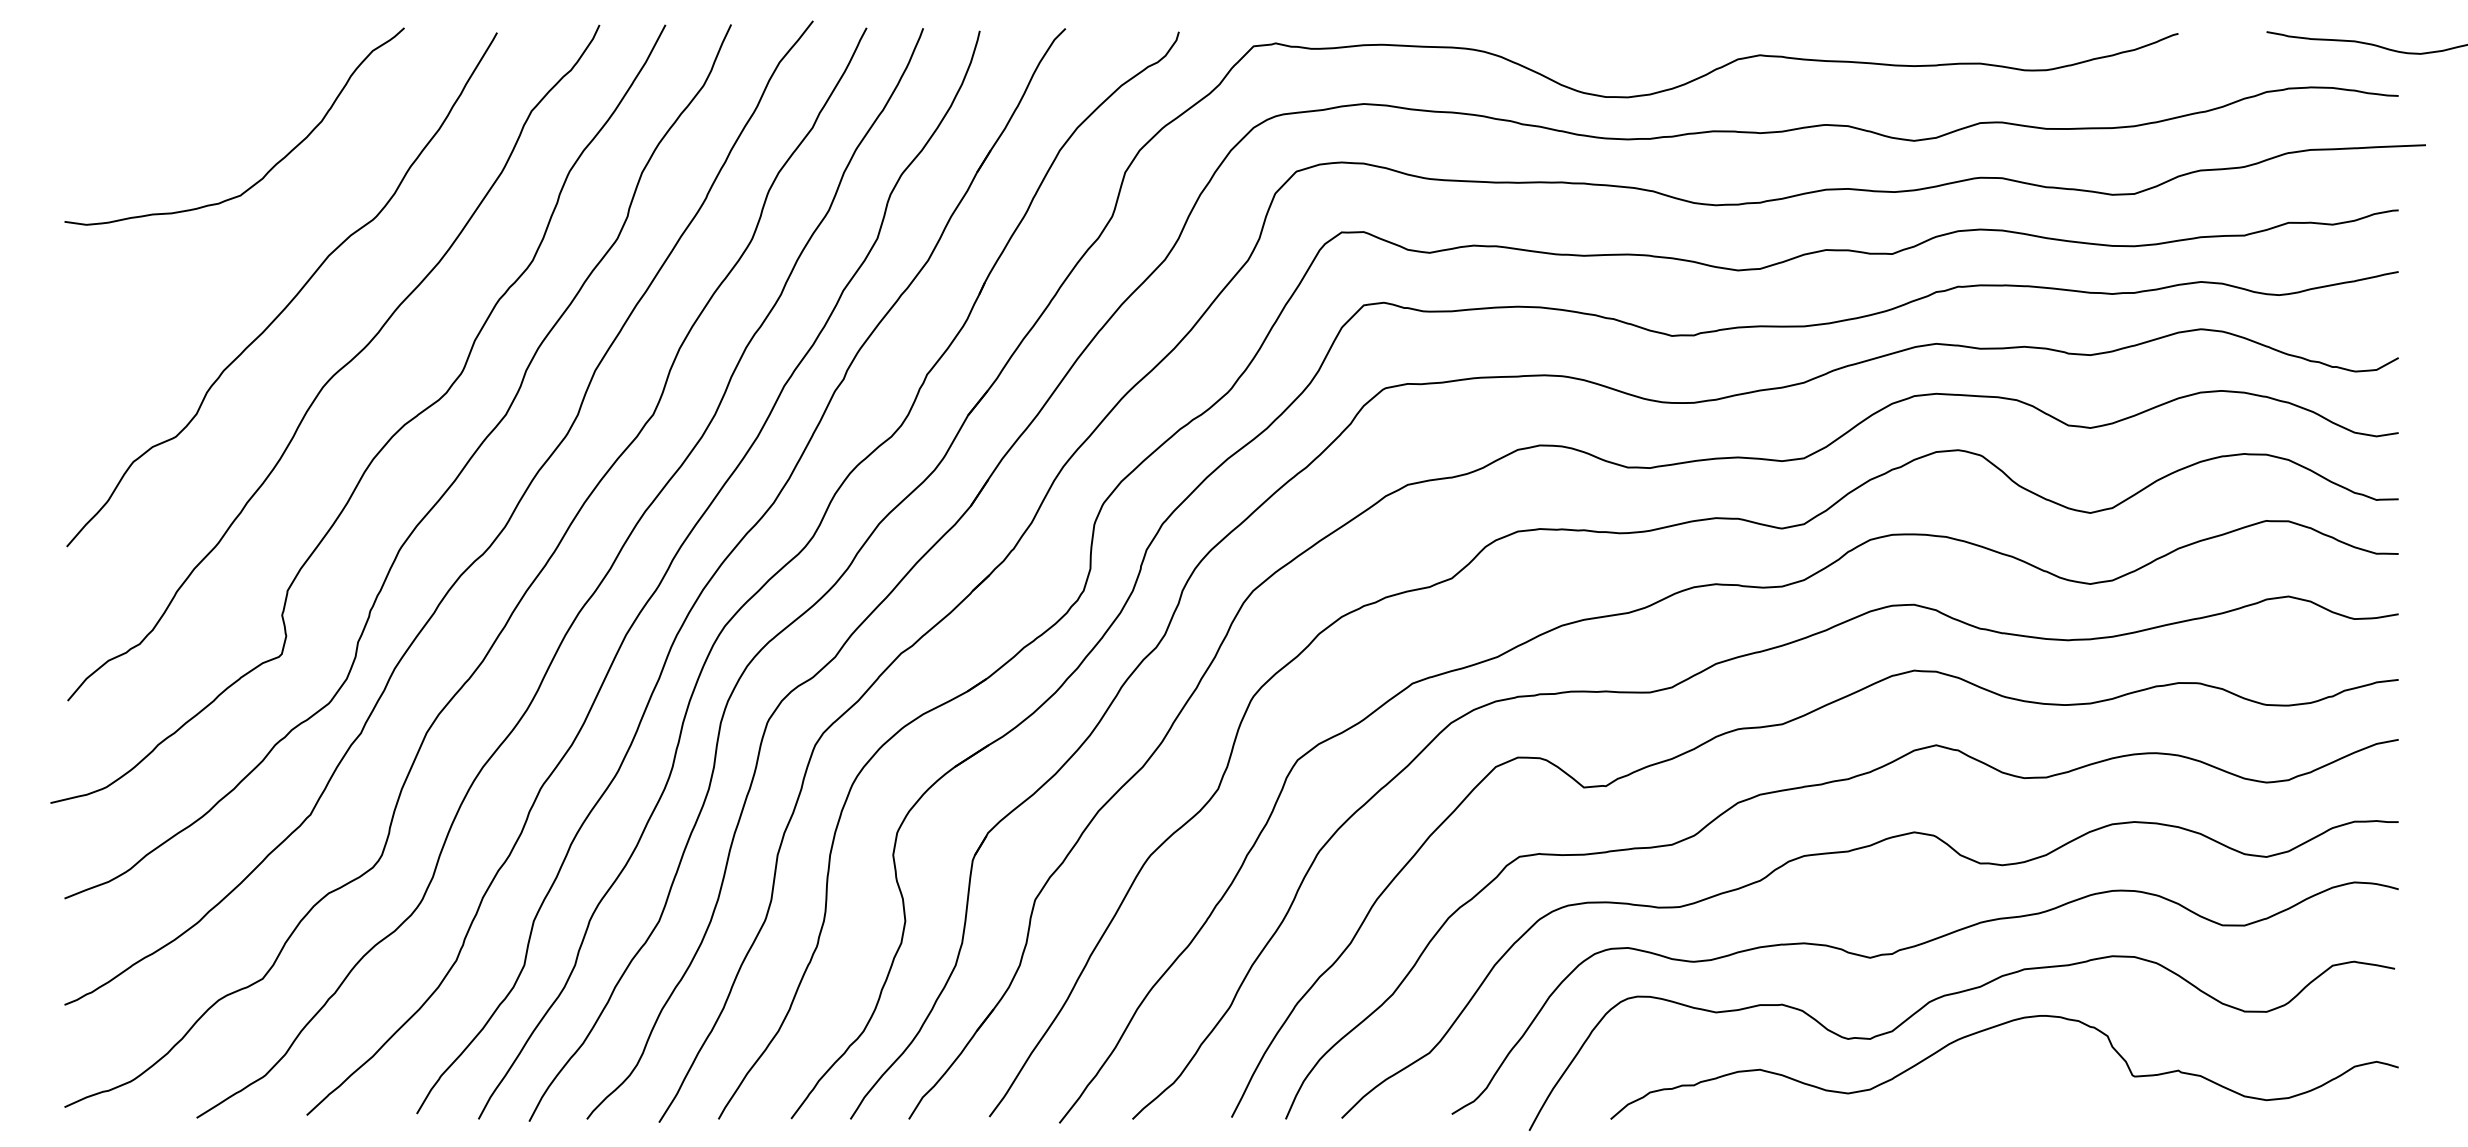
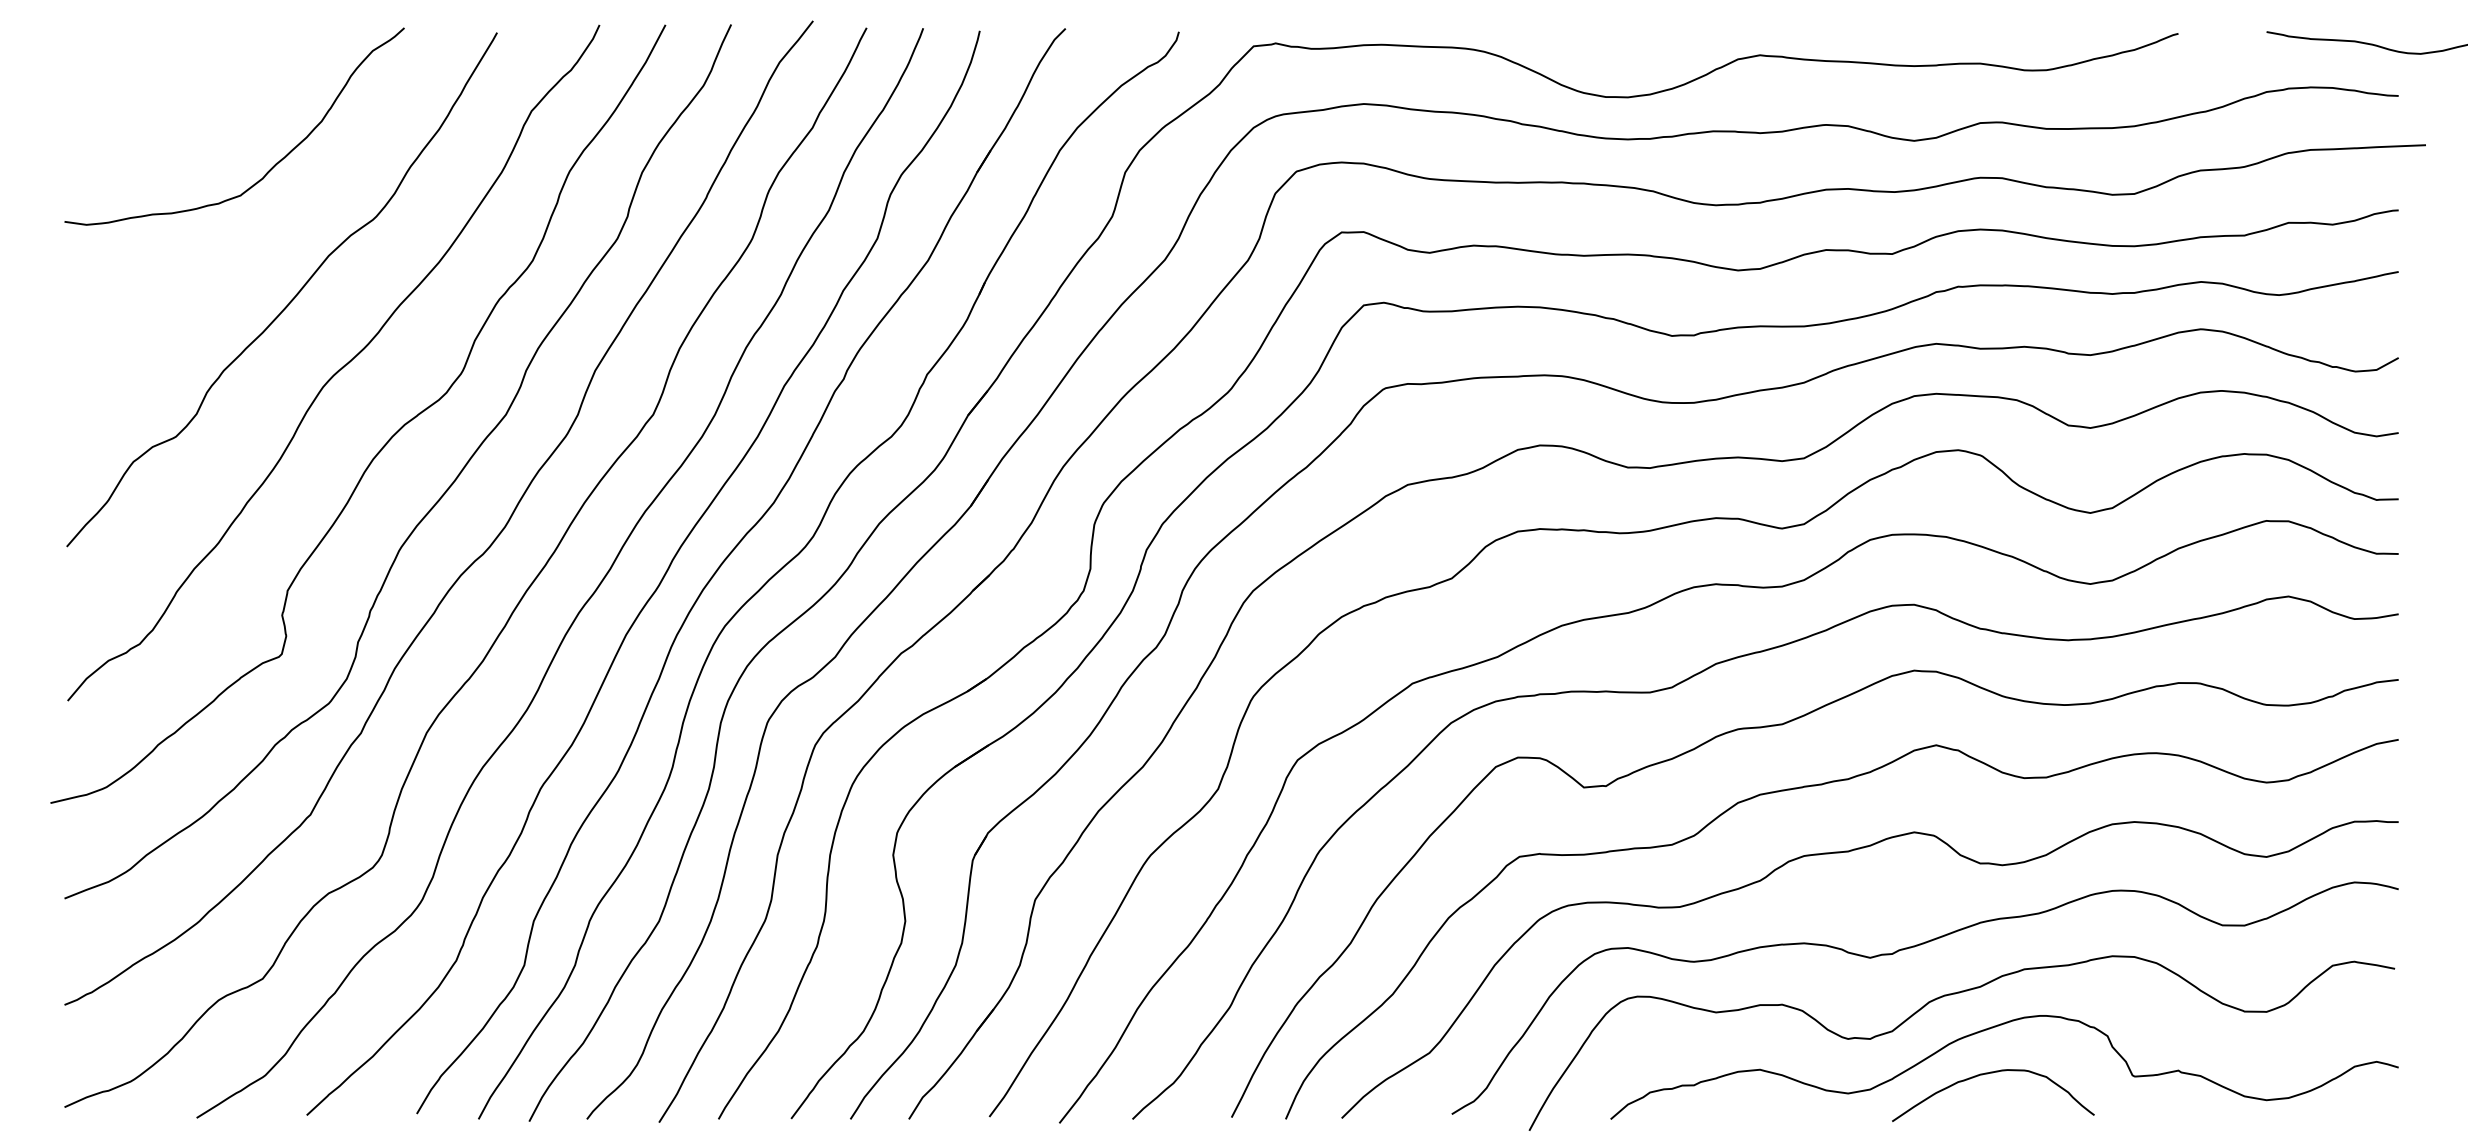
curve at (1987, 1074): none -> present
